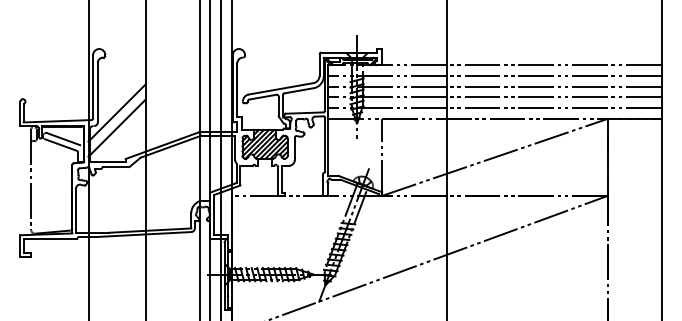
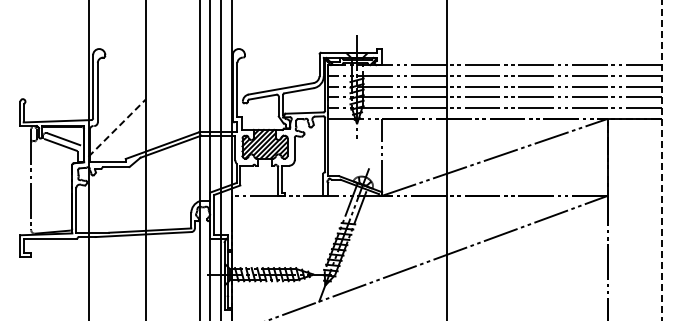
line at (116, 112): present -> none
line at (117, 128): solid -> dashed
line at (661, 160): solid -> dashed
